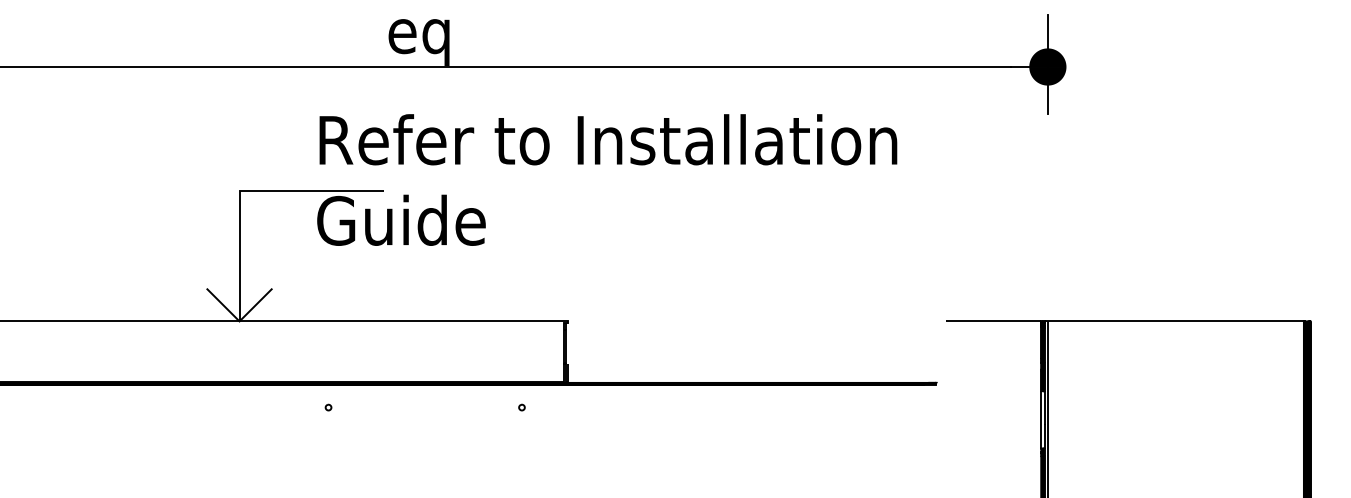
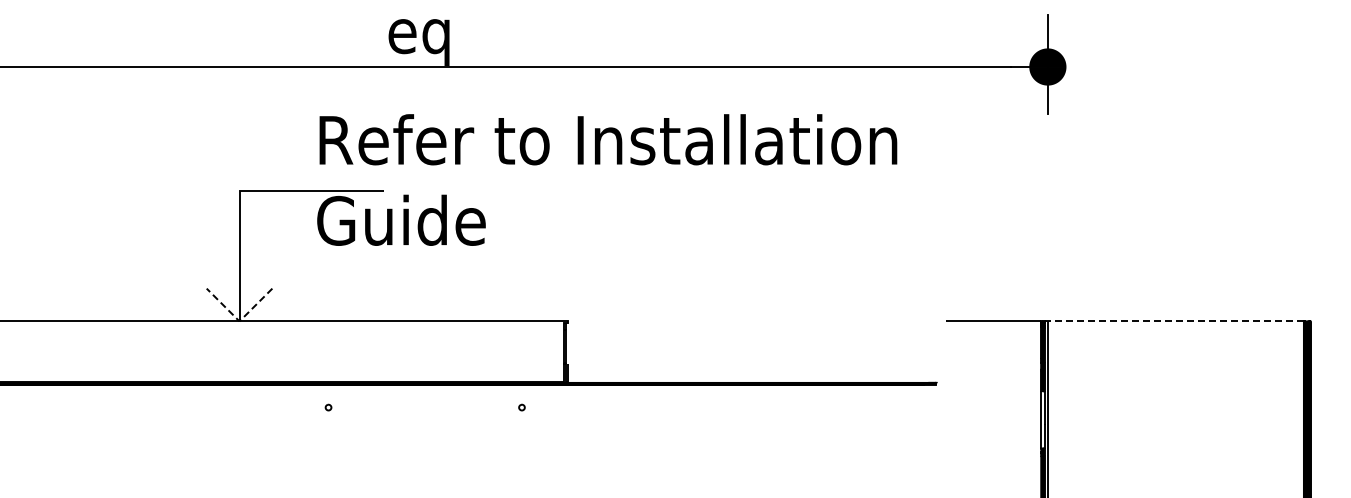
line at (239, 321): solid -> dashed
line at (1173, 321): solid -> dashed
